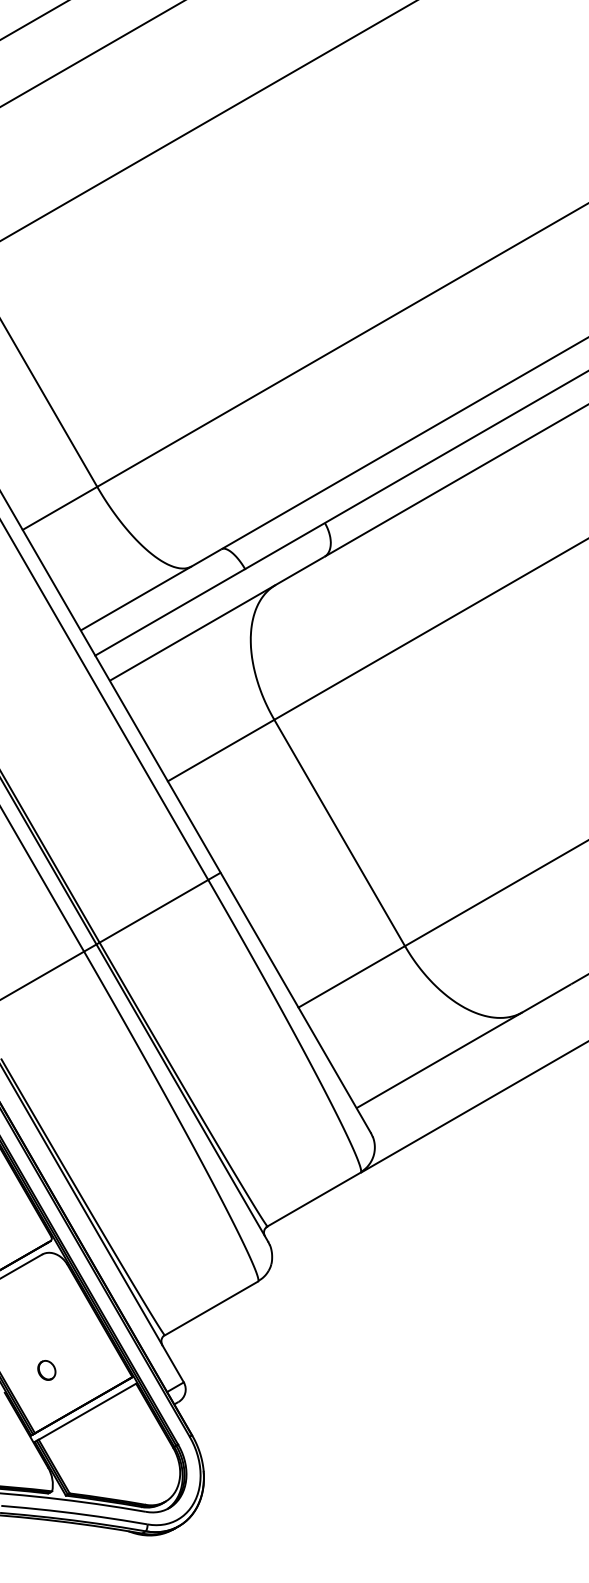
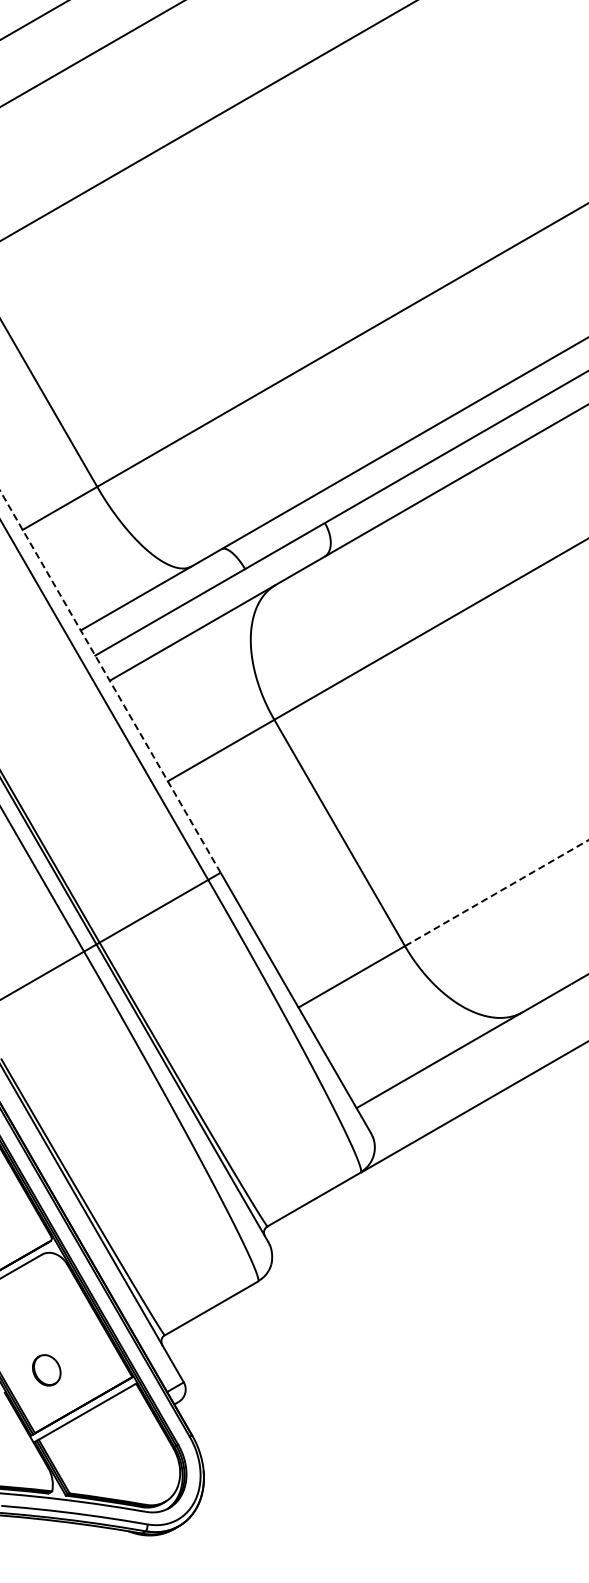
line at (110, 681): solid -> dashed
line at (496, 893): solid -> dashed
part at (46, 1370) size: 20x21 px -> 30x33 px
